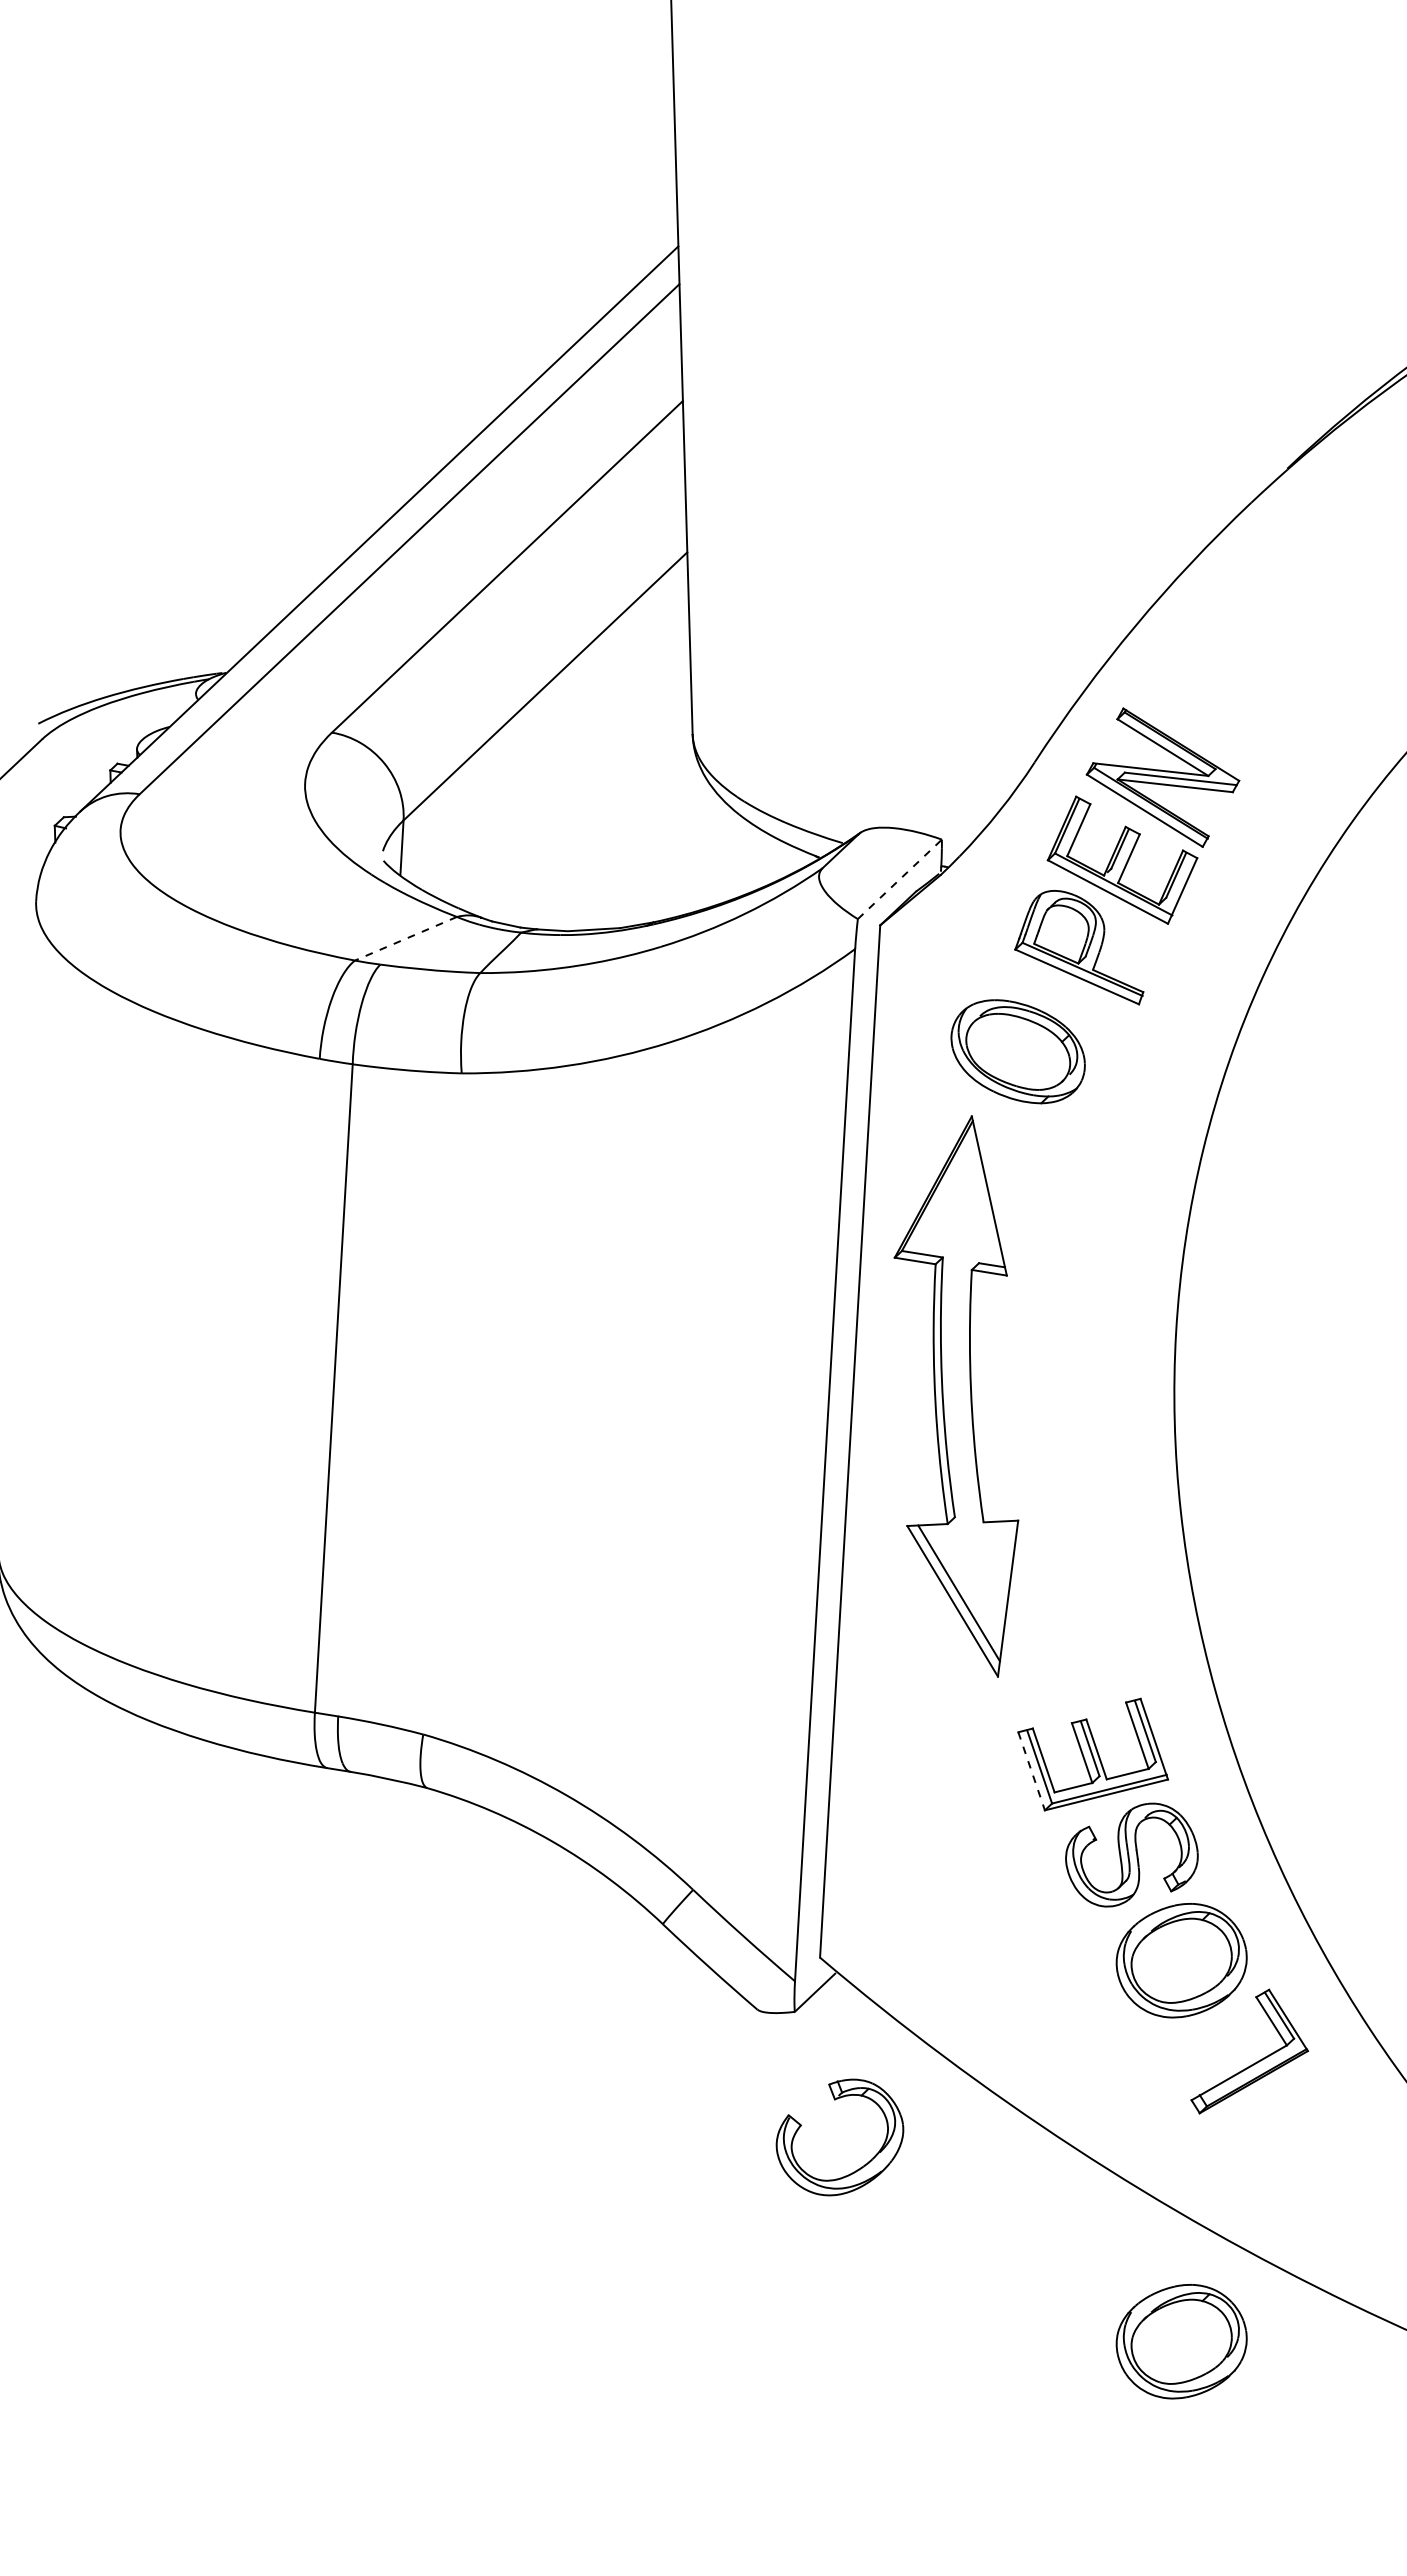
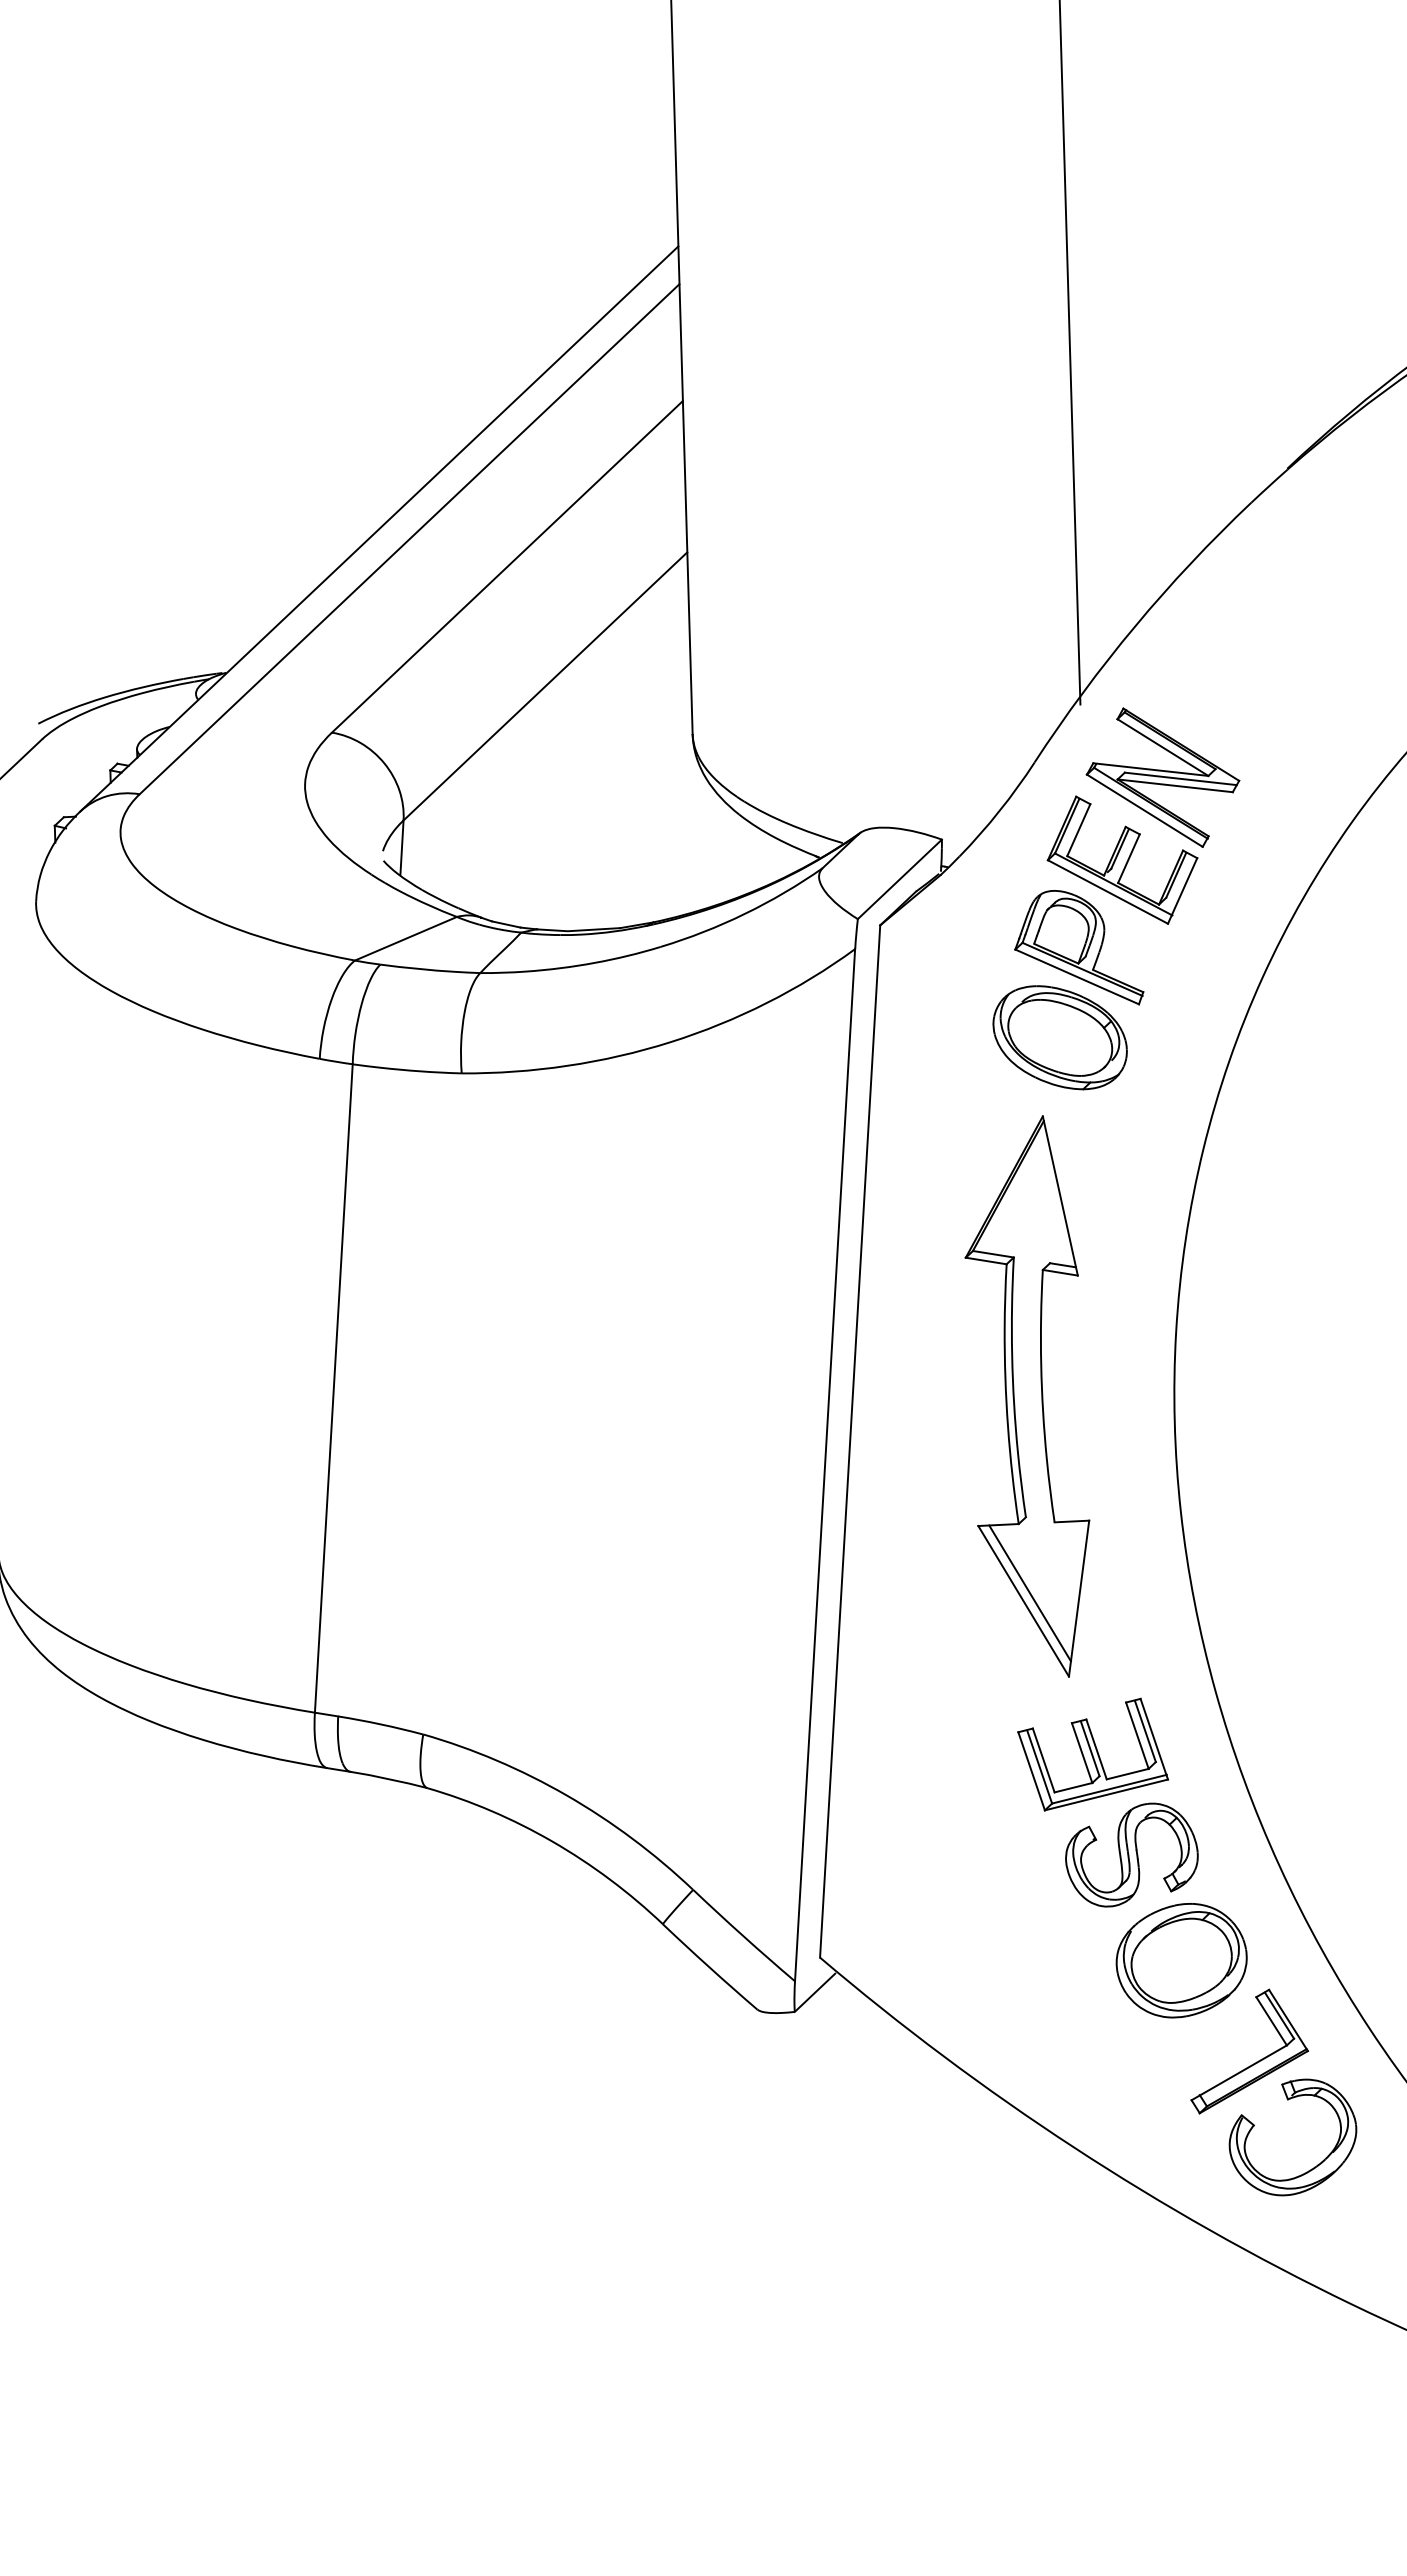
line at (1069, 353): none -> present
line at (899, 879): dashed -> solid
line at (405, 938): dashed -> solid
part at (1017, 1051) position: (1017, 1051) -> (1059, 1037)
part at (956, 1396) position: (956, 1396) -> (1027, 1396)
line at (1031, 1771): dashed -> solid
part at (858, 2168) position: (858, 2168) -> (1311, 2168)
part at (1181, 2341): present -> none
